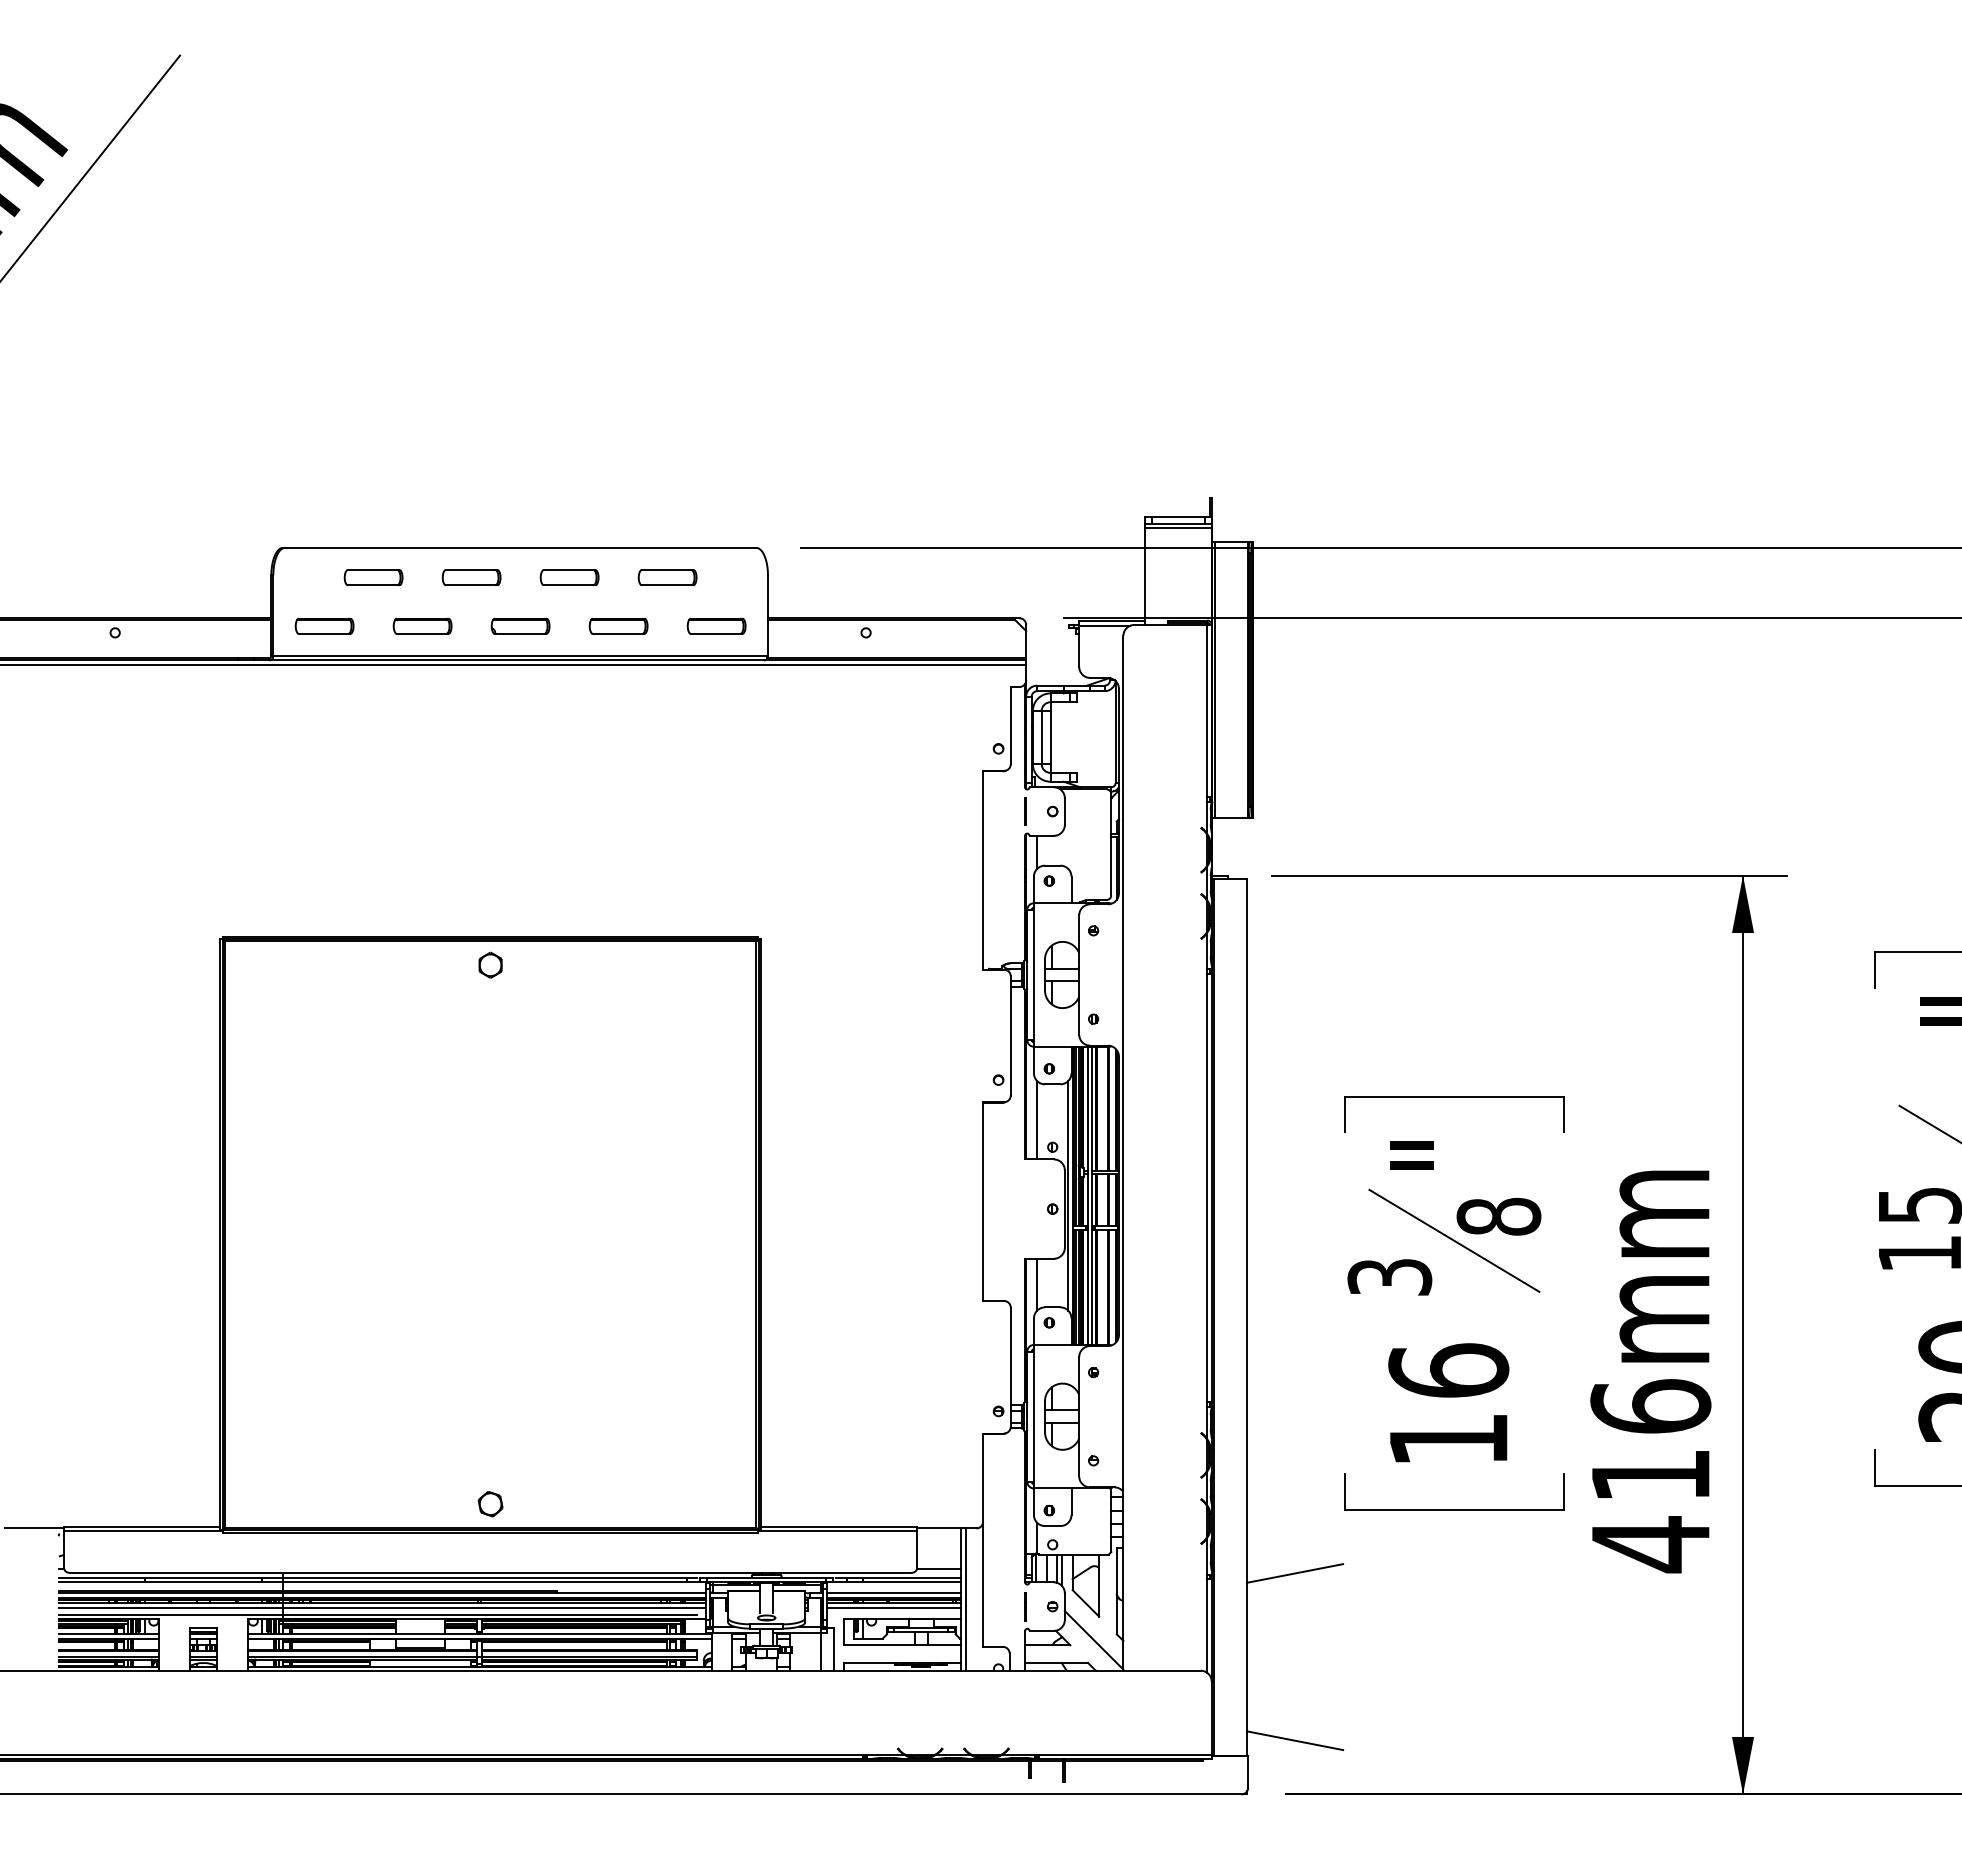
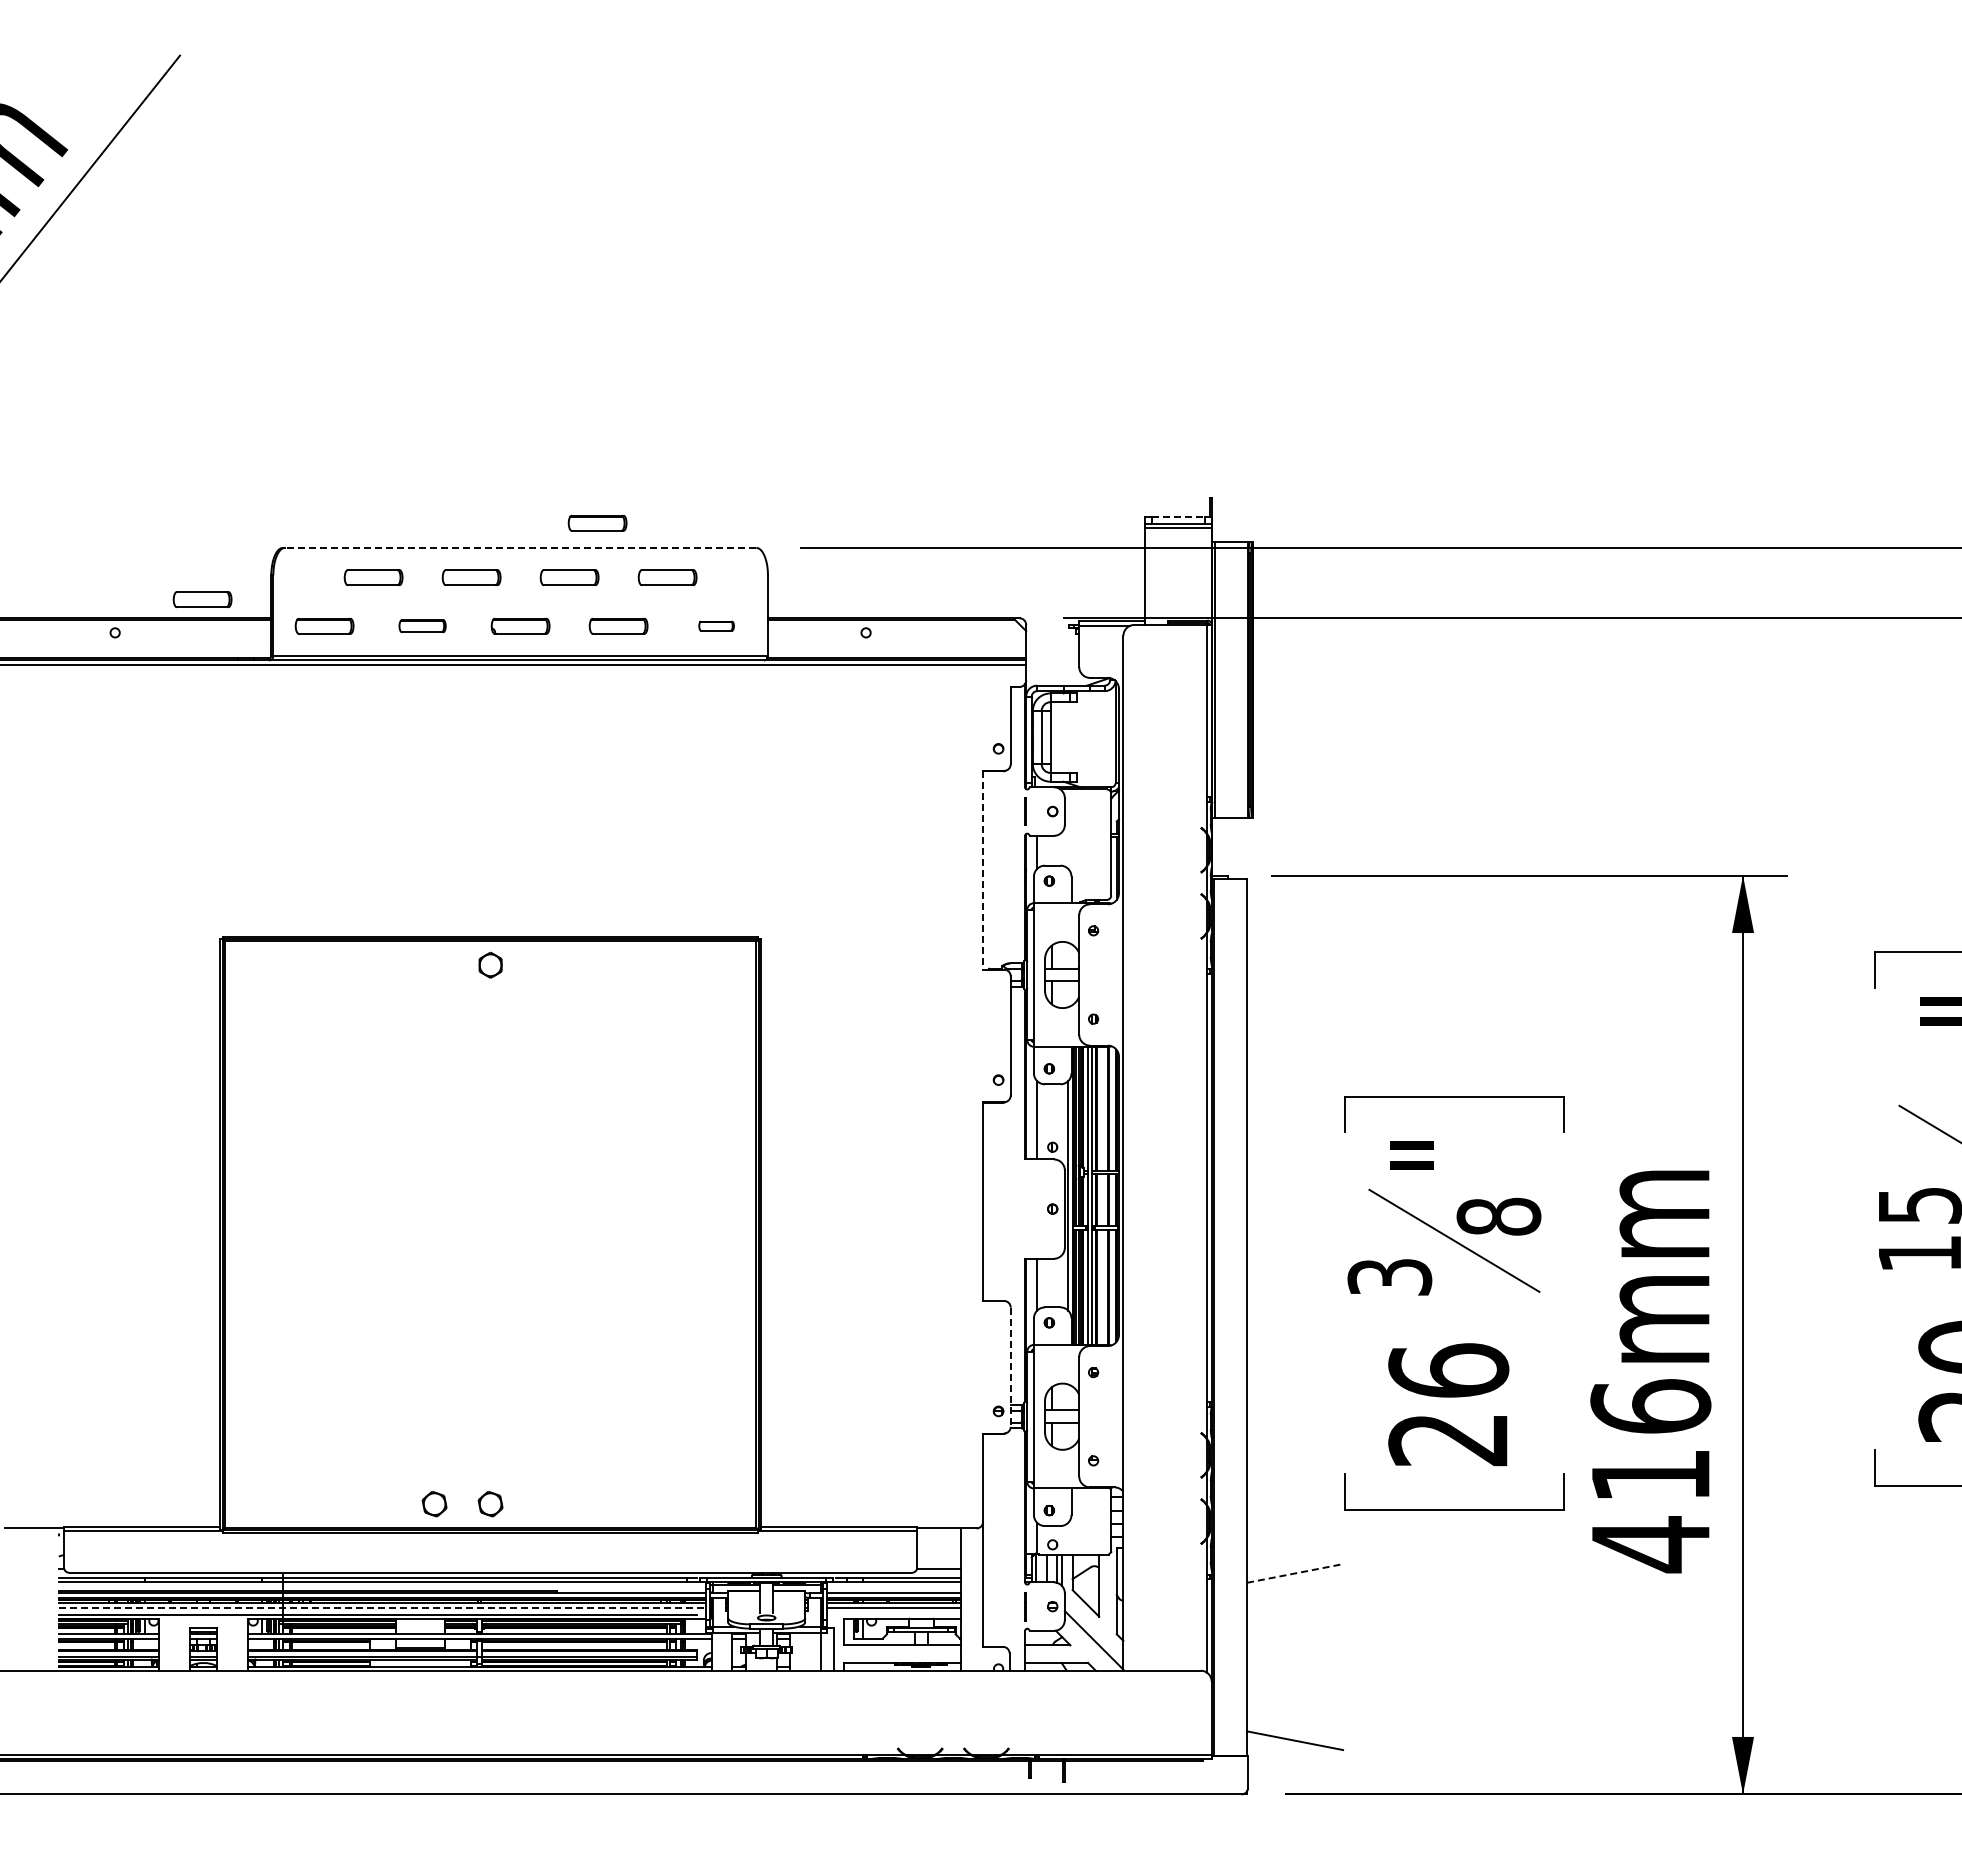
line at (1178, 517): solid -> dashed
part at (597, 522): none -> present
line at (520, 547): solid -> dashed
part at (202, 599): none -> present
part at (422, 625) size: 61x18 px -> 49x14 px
part at (716, 625) size: 61x18 px -> 37x12 px
line at (983, 870): solid -> dashed
line at (1010, 1367): solid -> dashed
text at (1447, 1440): 16 -> 26
part at (434, 1504): none -> present
line at (1295, 1573): solid -> dashed
line at (965, 1599): present -> none
line at (382, 1608): solid -> dashed
